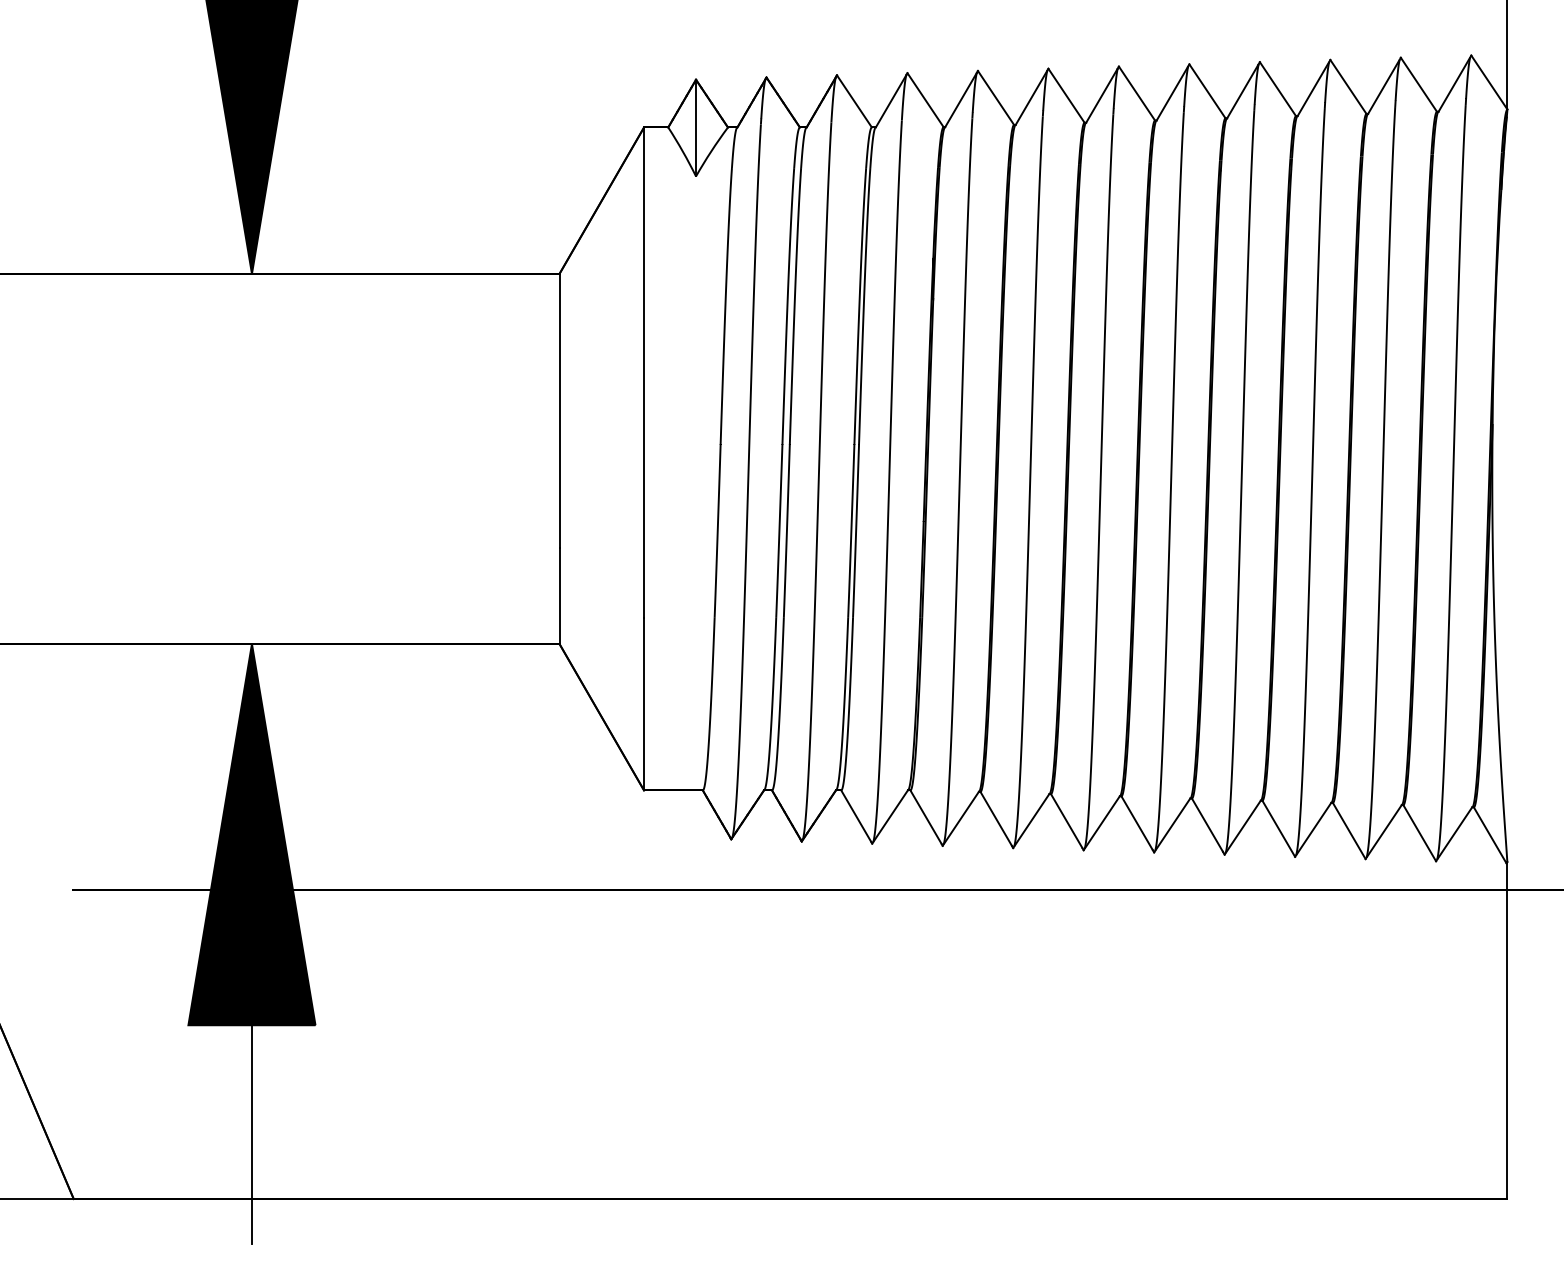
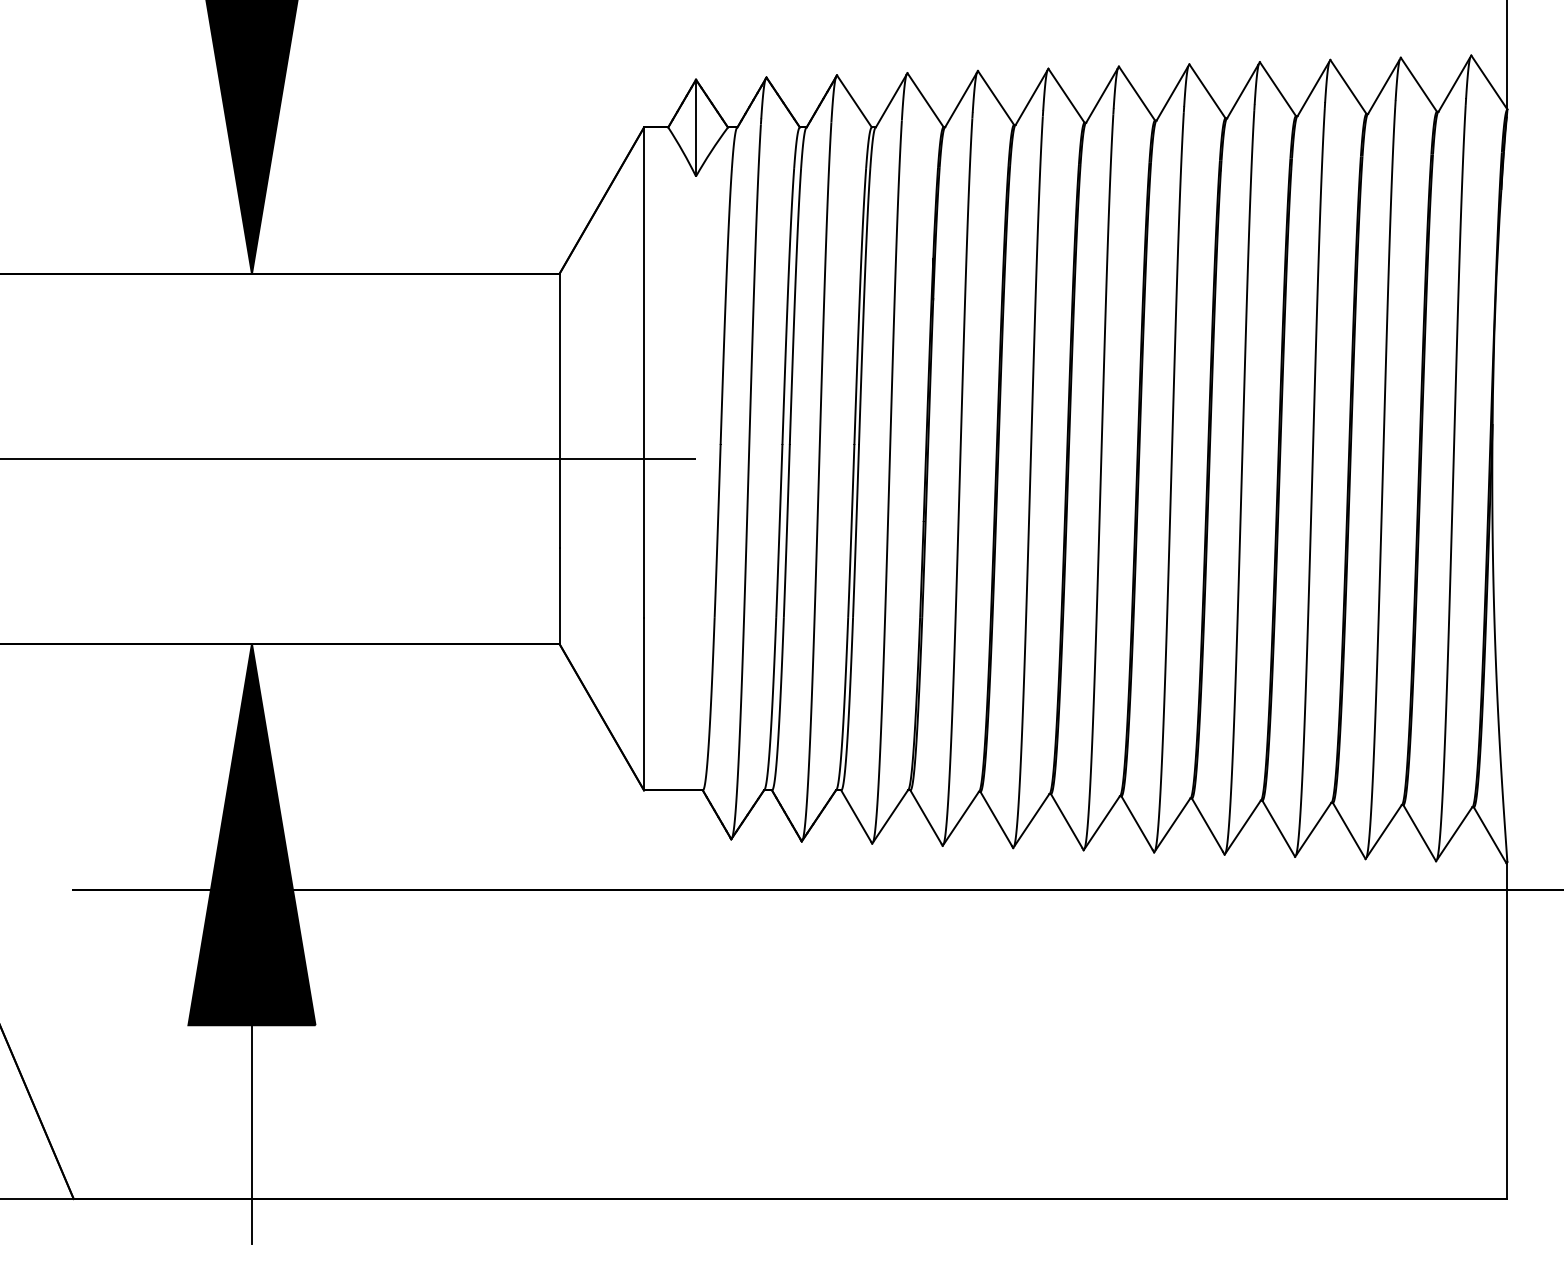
line at (349, 458): none -> present
